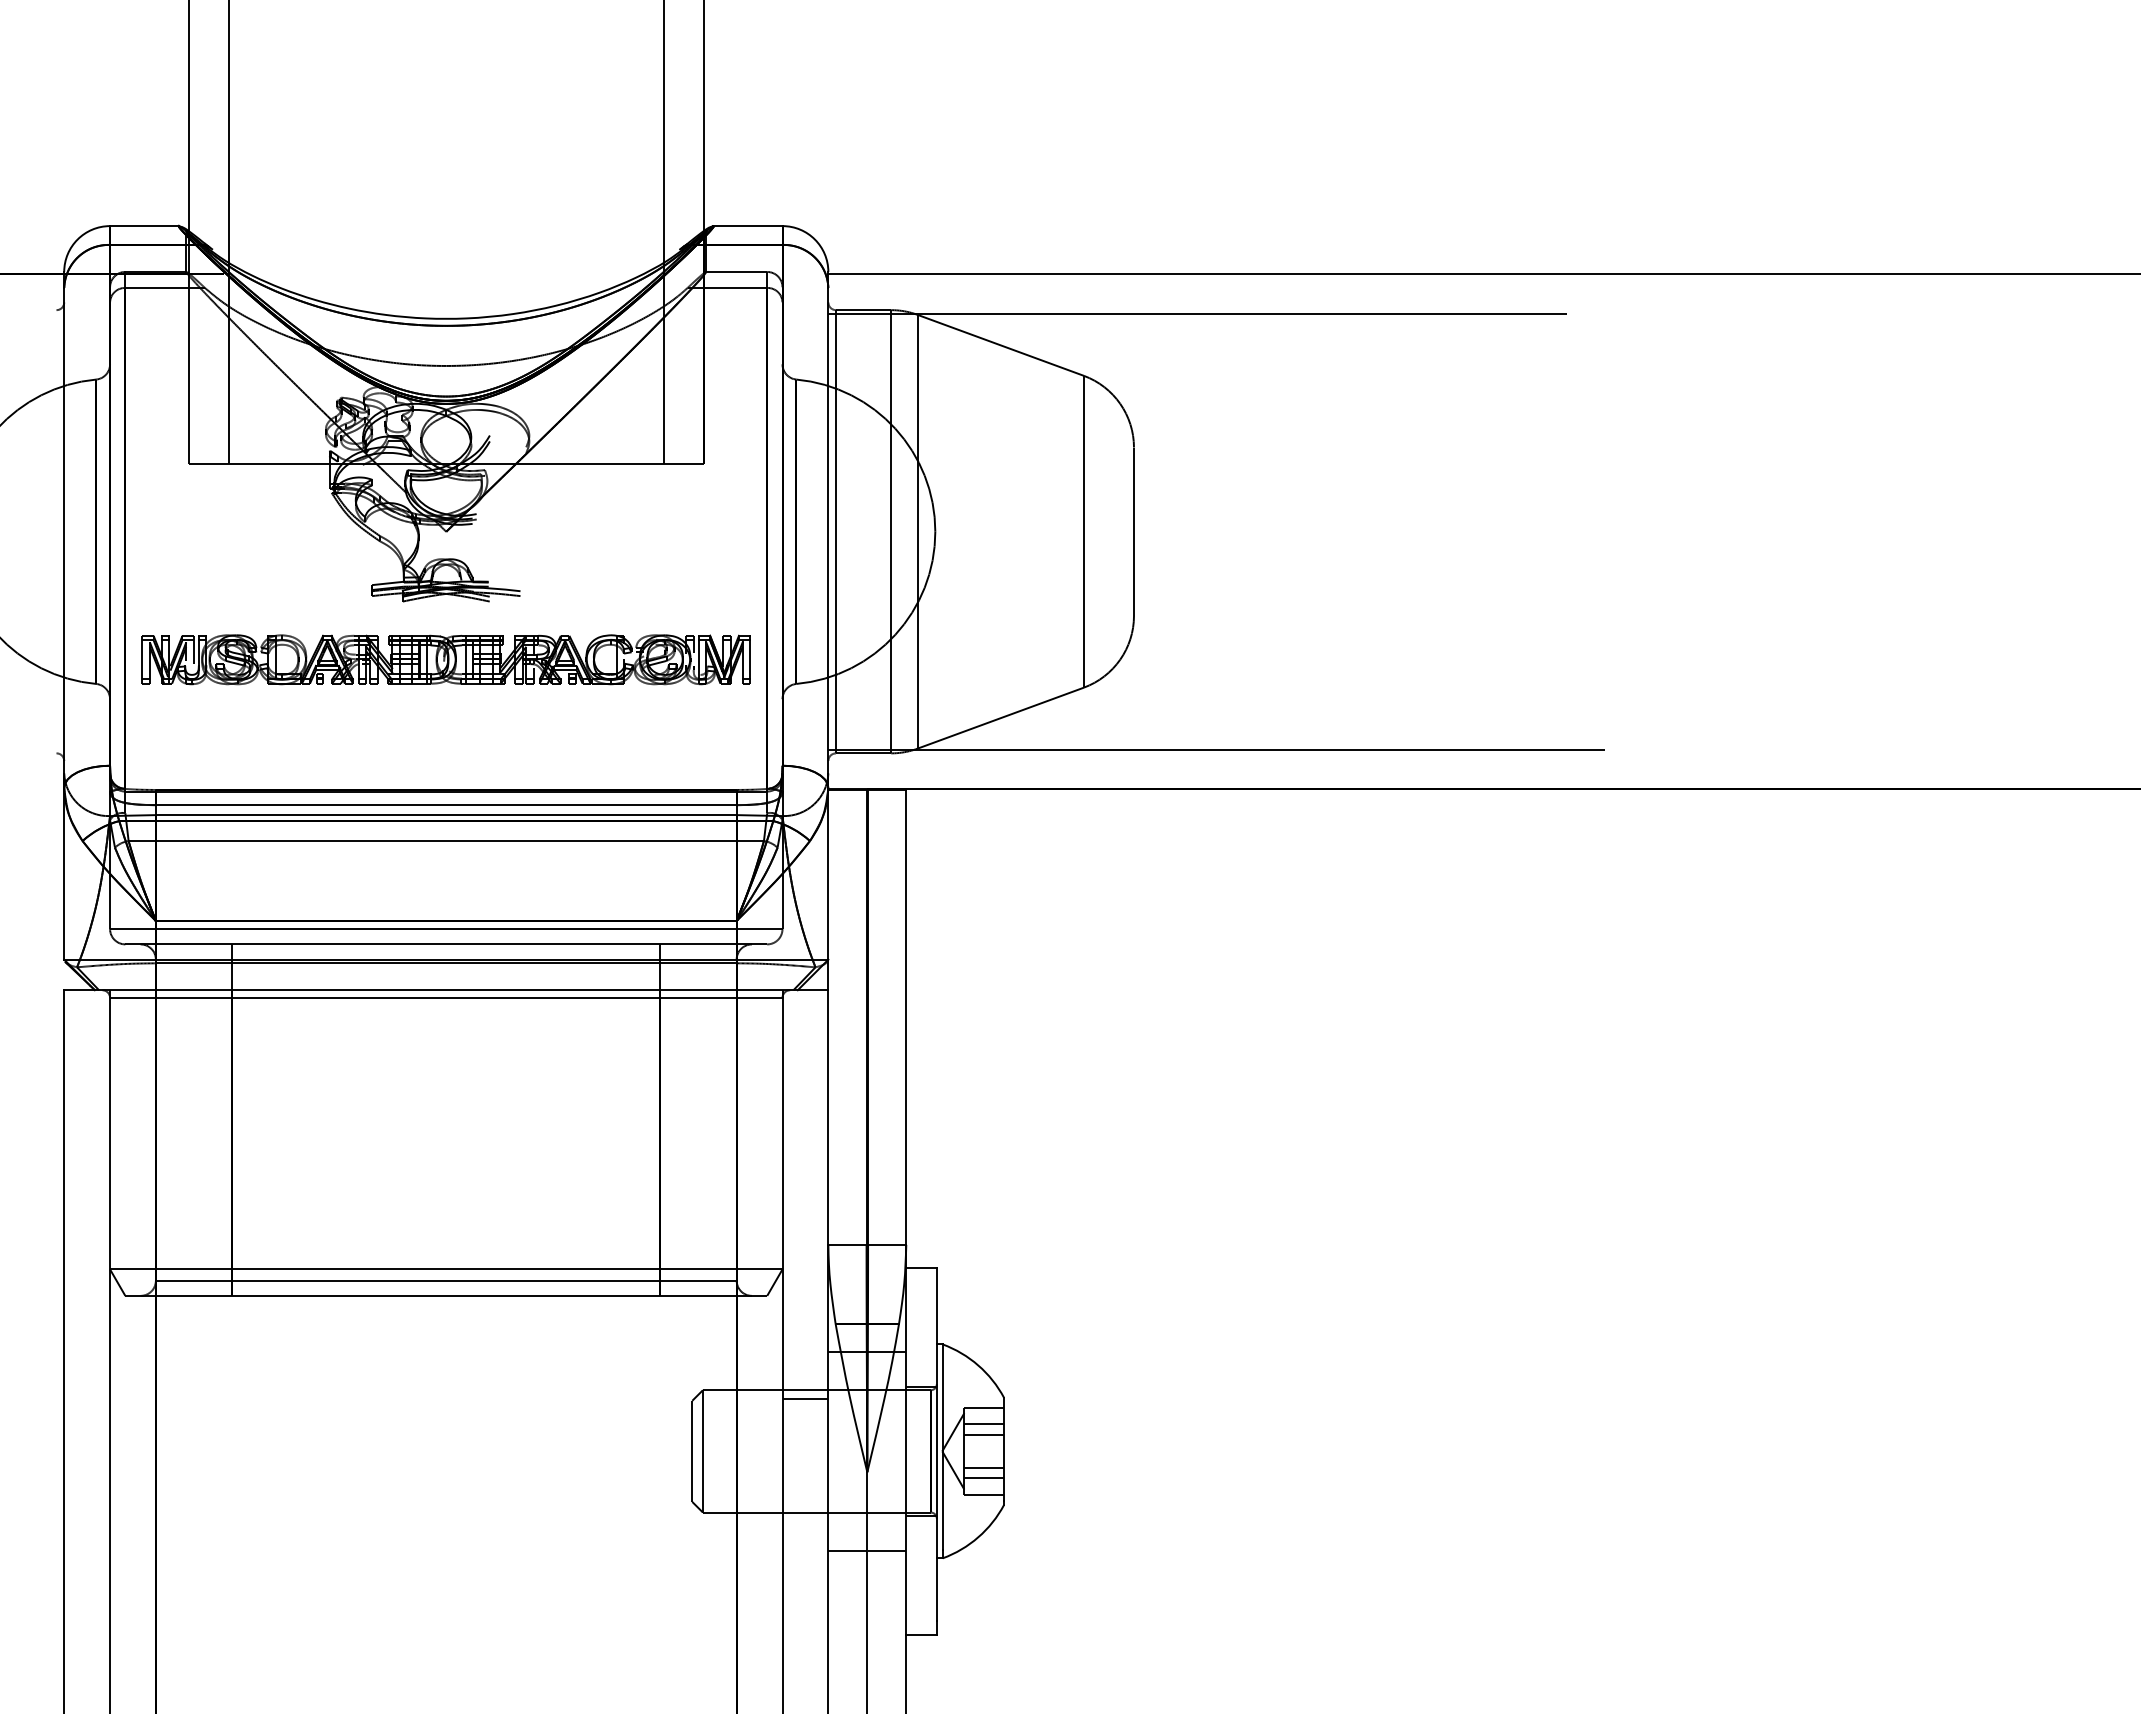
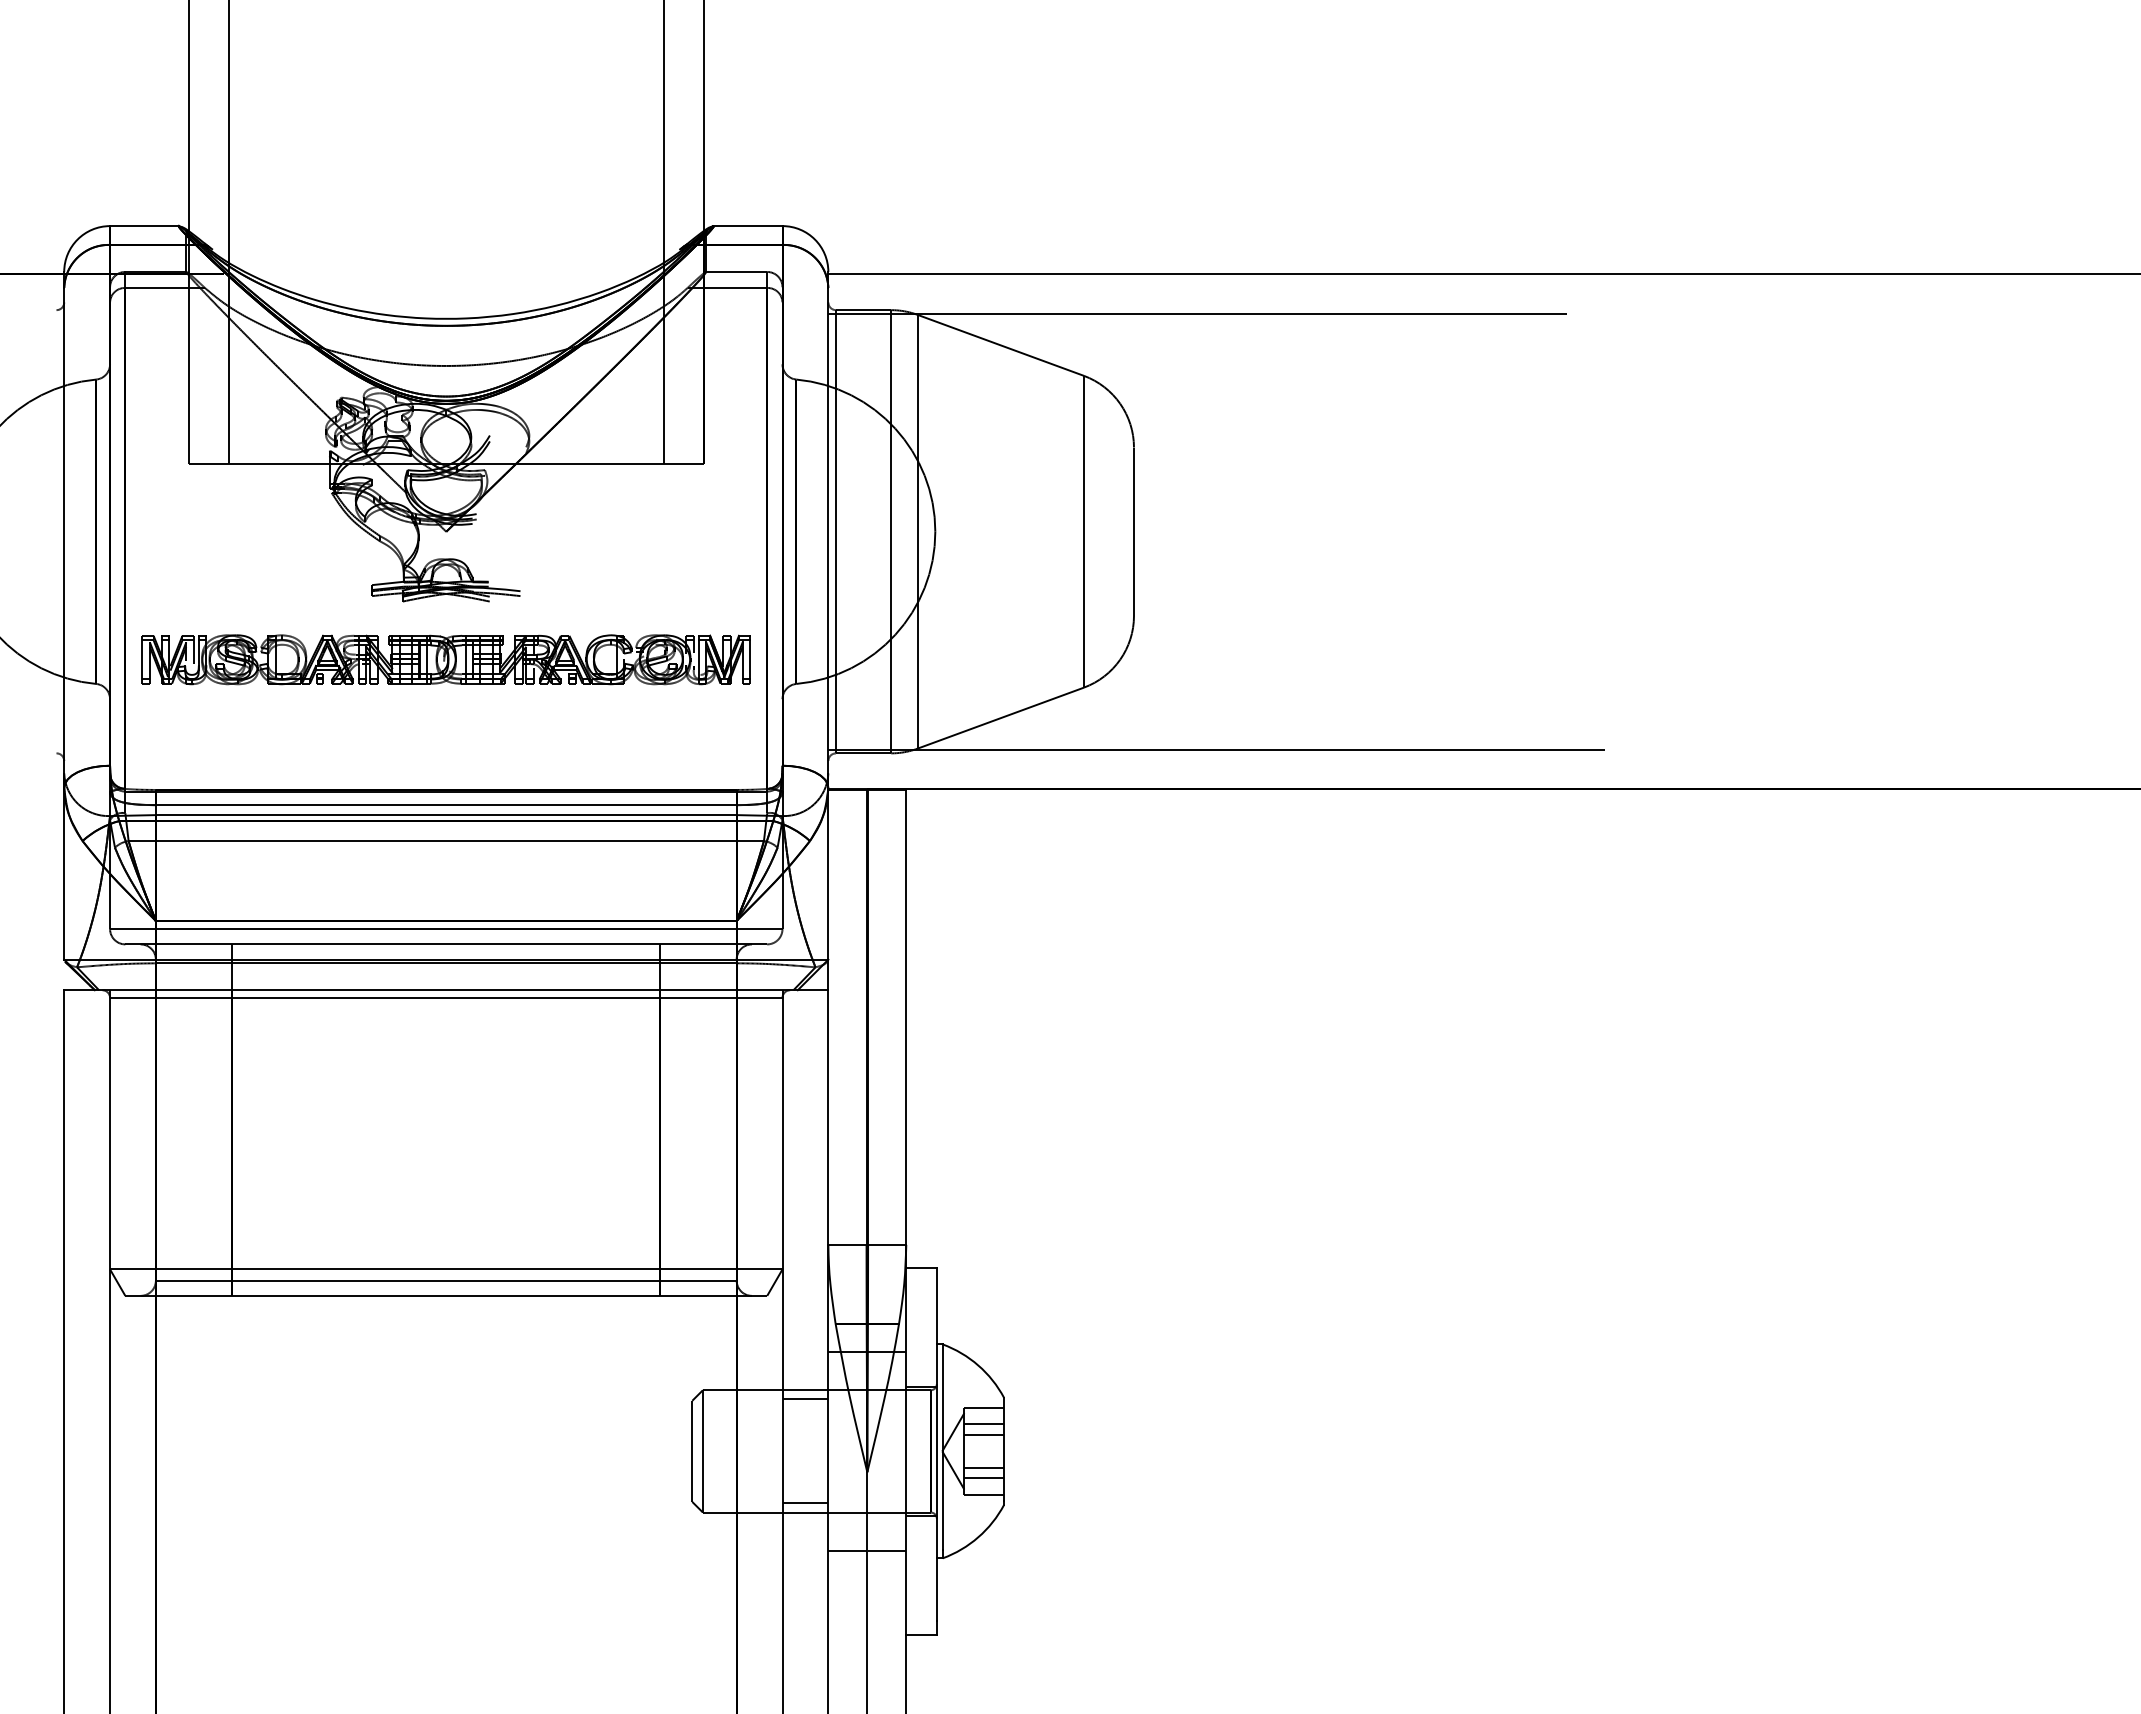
line at (805, 1503): none -> present
